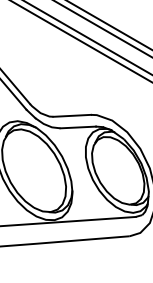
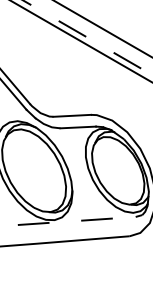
line at (109, 25): present -> none
line at (87, 37): solid -> dashed
line at (68, 221): solid -> dashed
